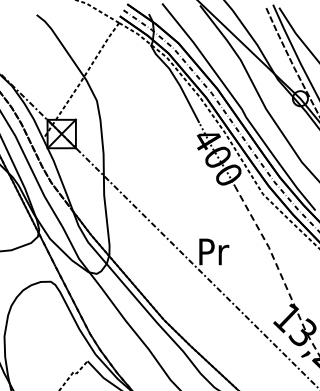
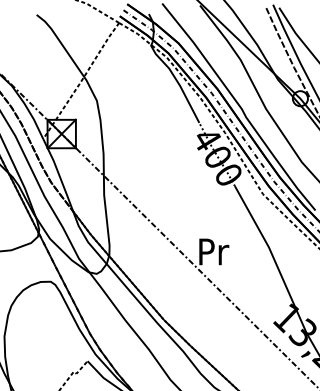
line at (278, 270): dashed -> solid
